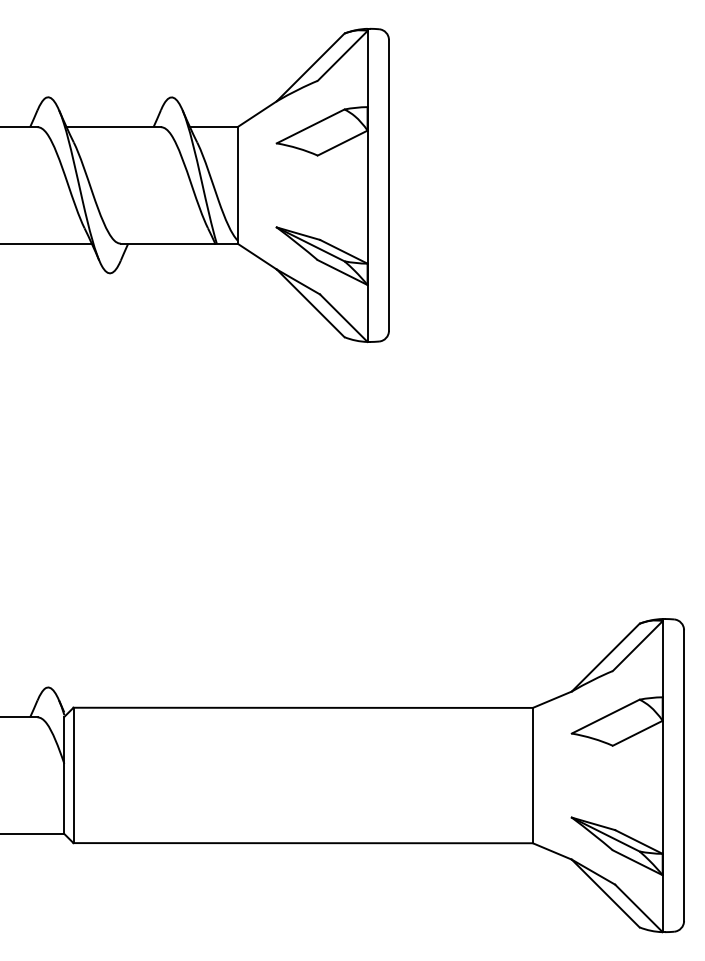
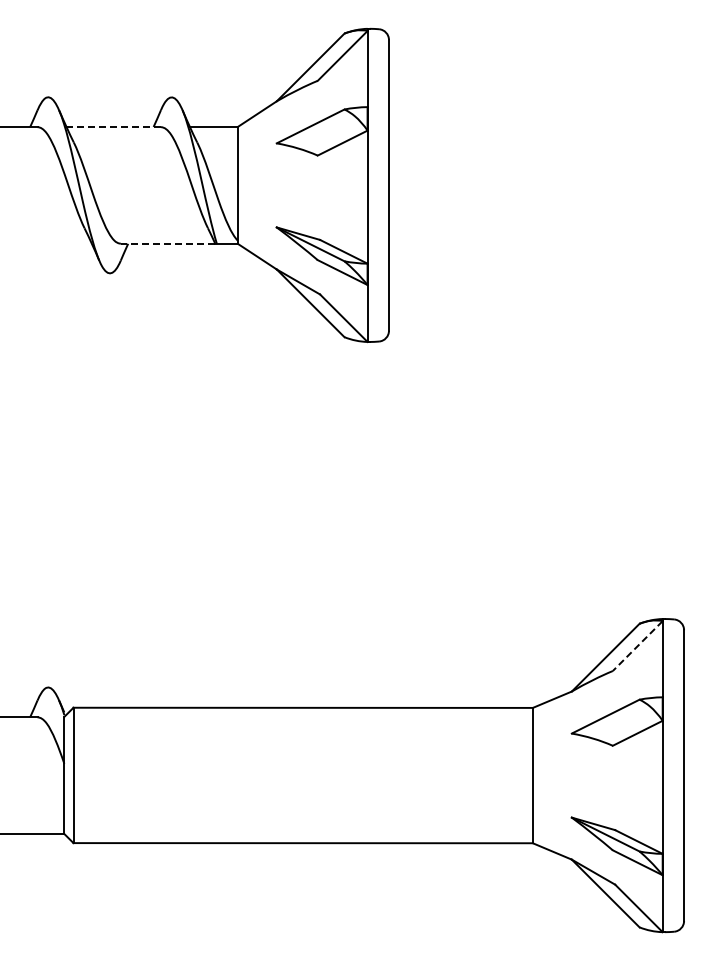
line at (113, 127): solid -> dashed
line at (46, 243): present -> none
line at (167, 243): solid -> dashed
line at (637, 646): solid -> dashed
